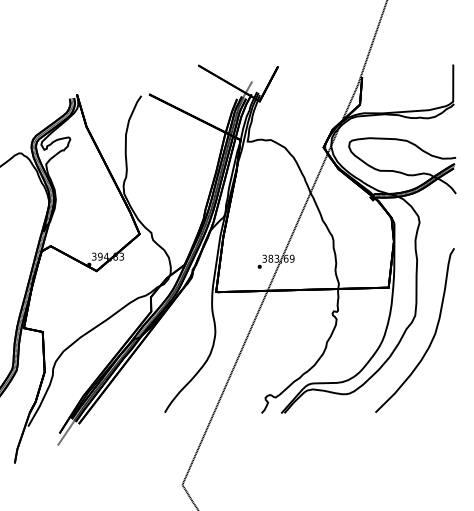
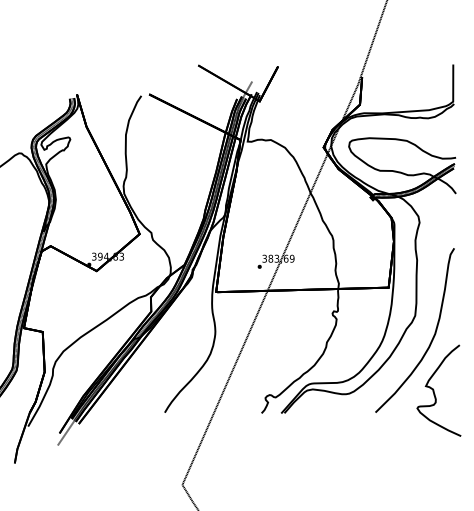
part at (438, 390): none -> present
